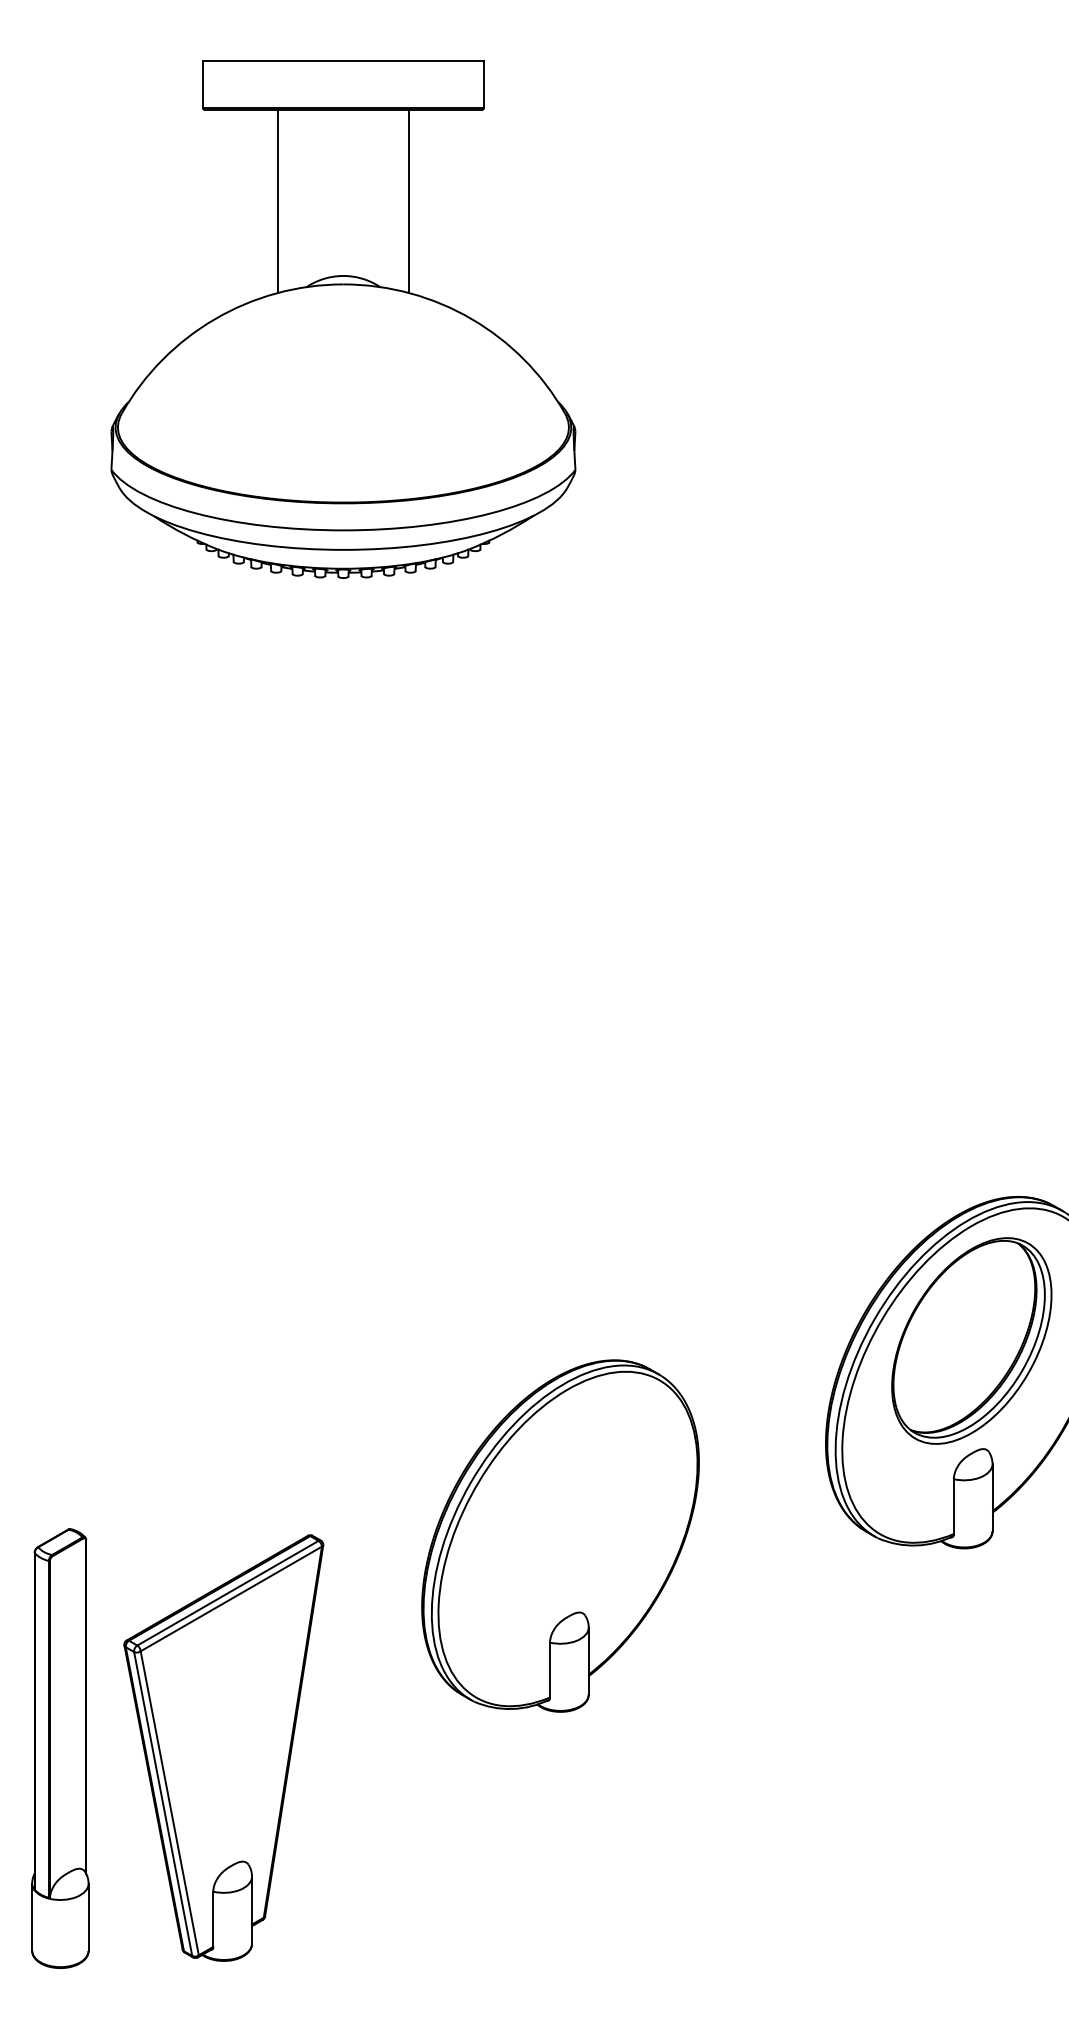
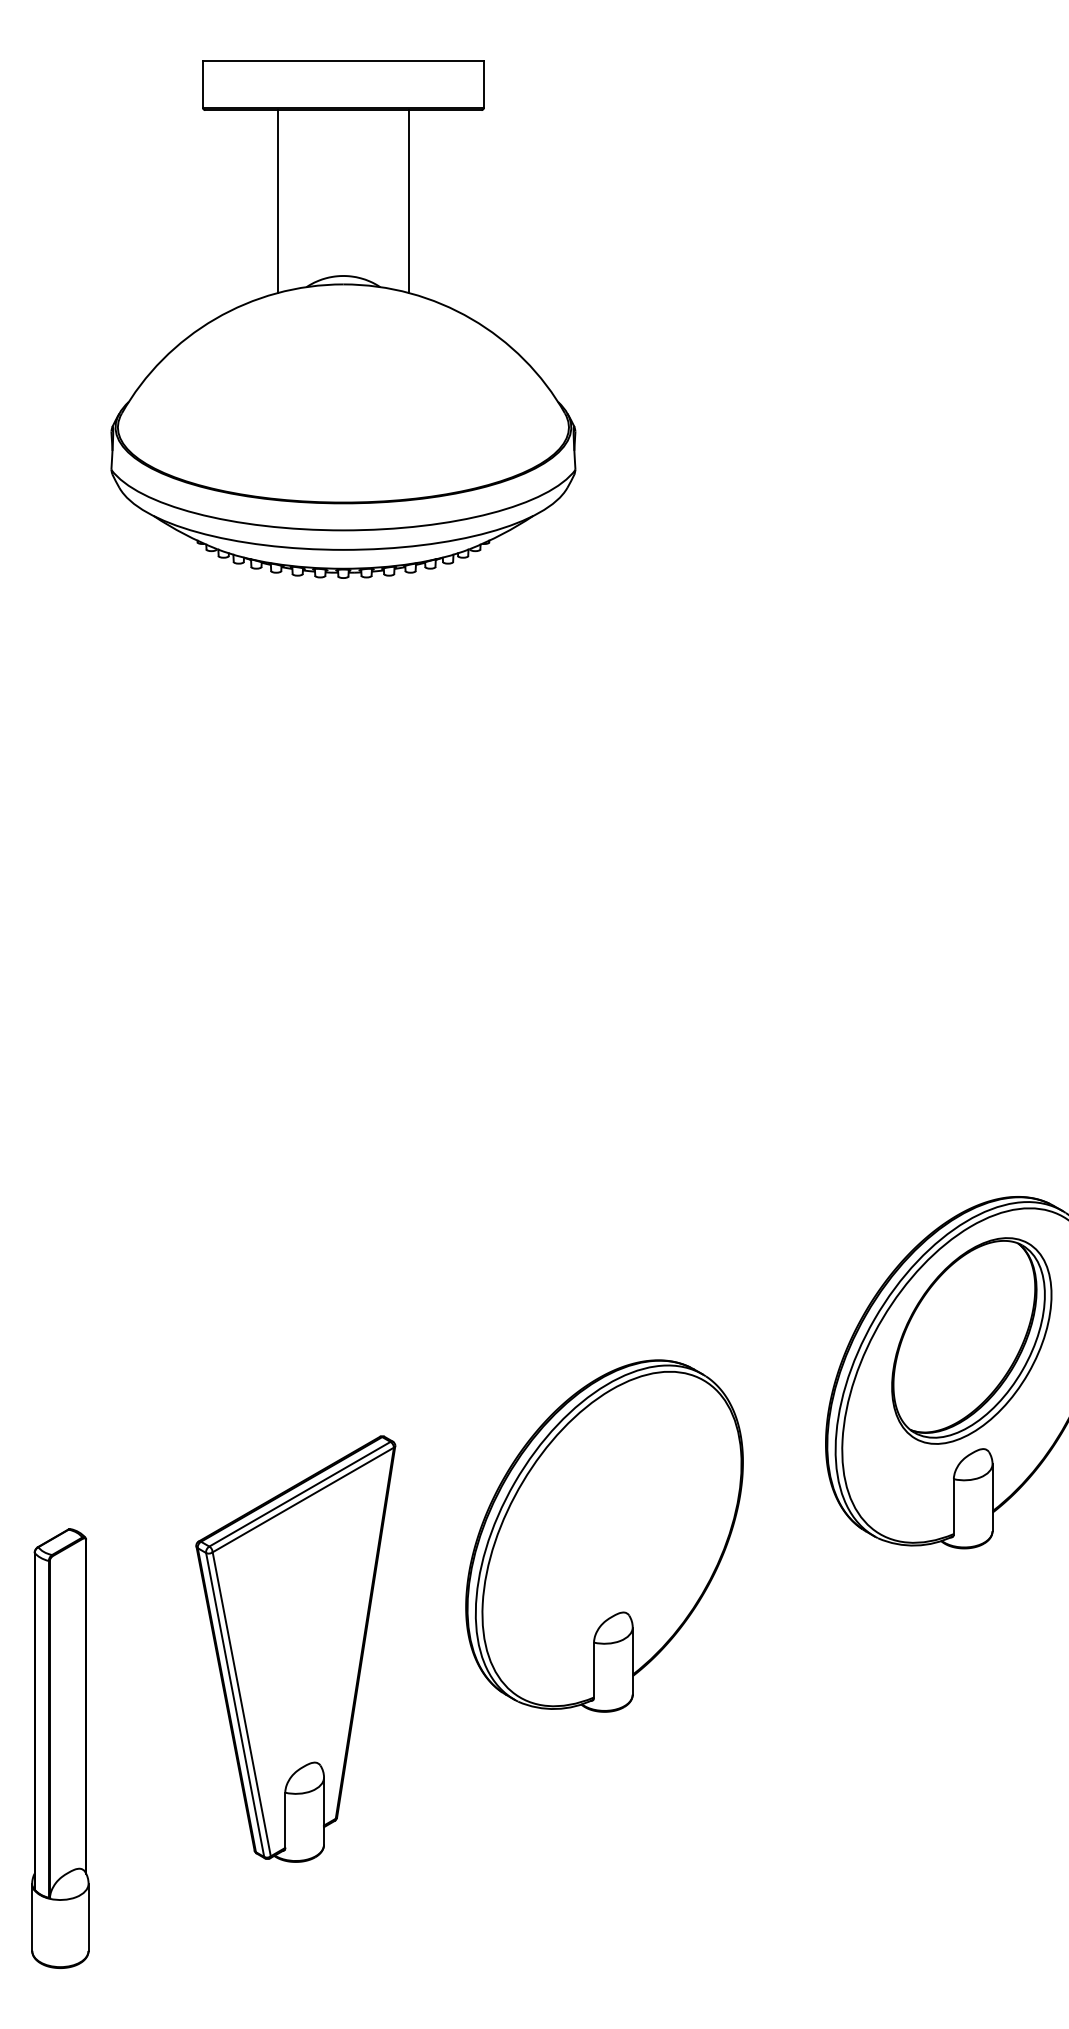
part at (560, 1535) position: (560, 1535) -> (604, 1535)
part at (223, 1747) position: (223, 1747) -> (295, 1648)
